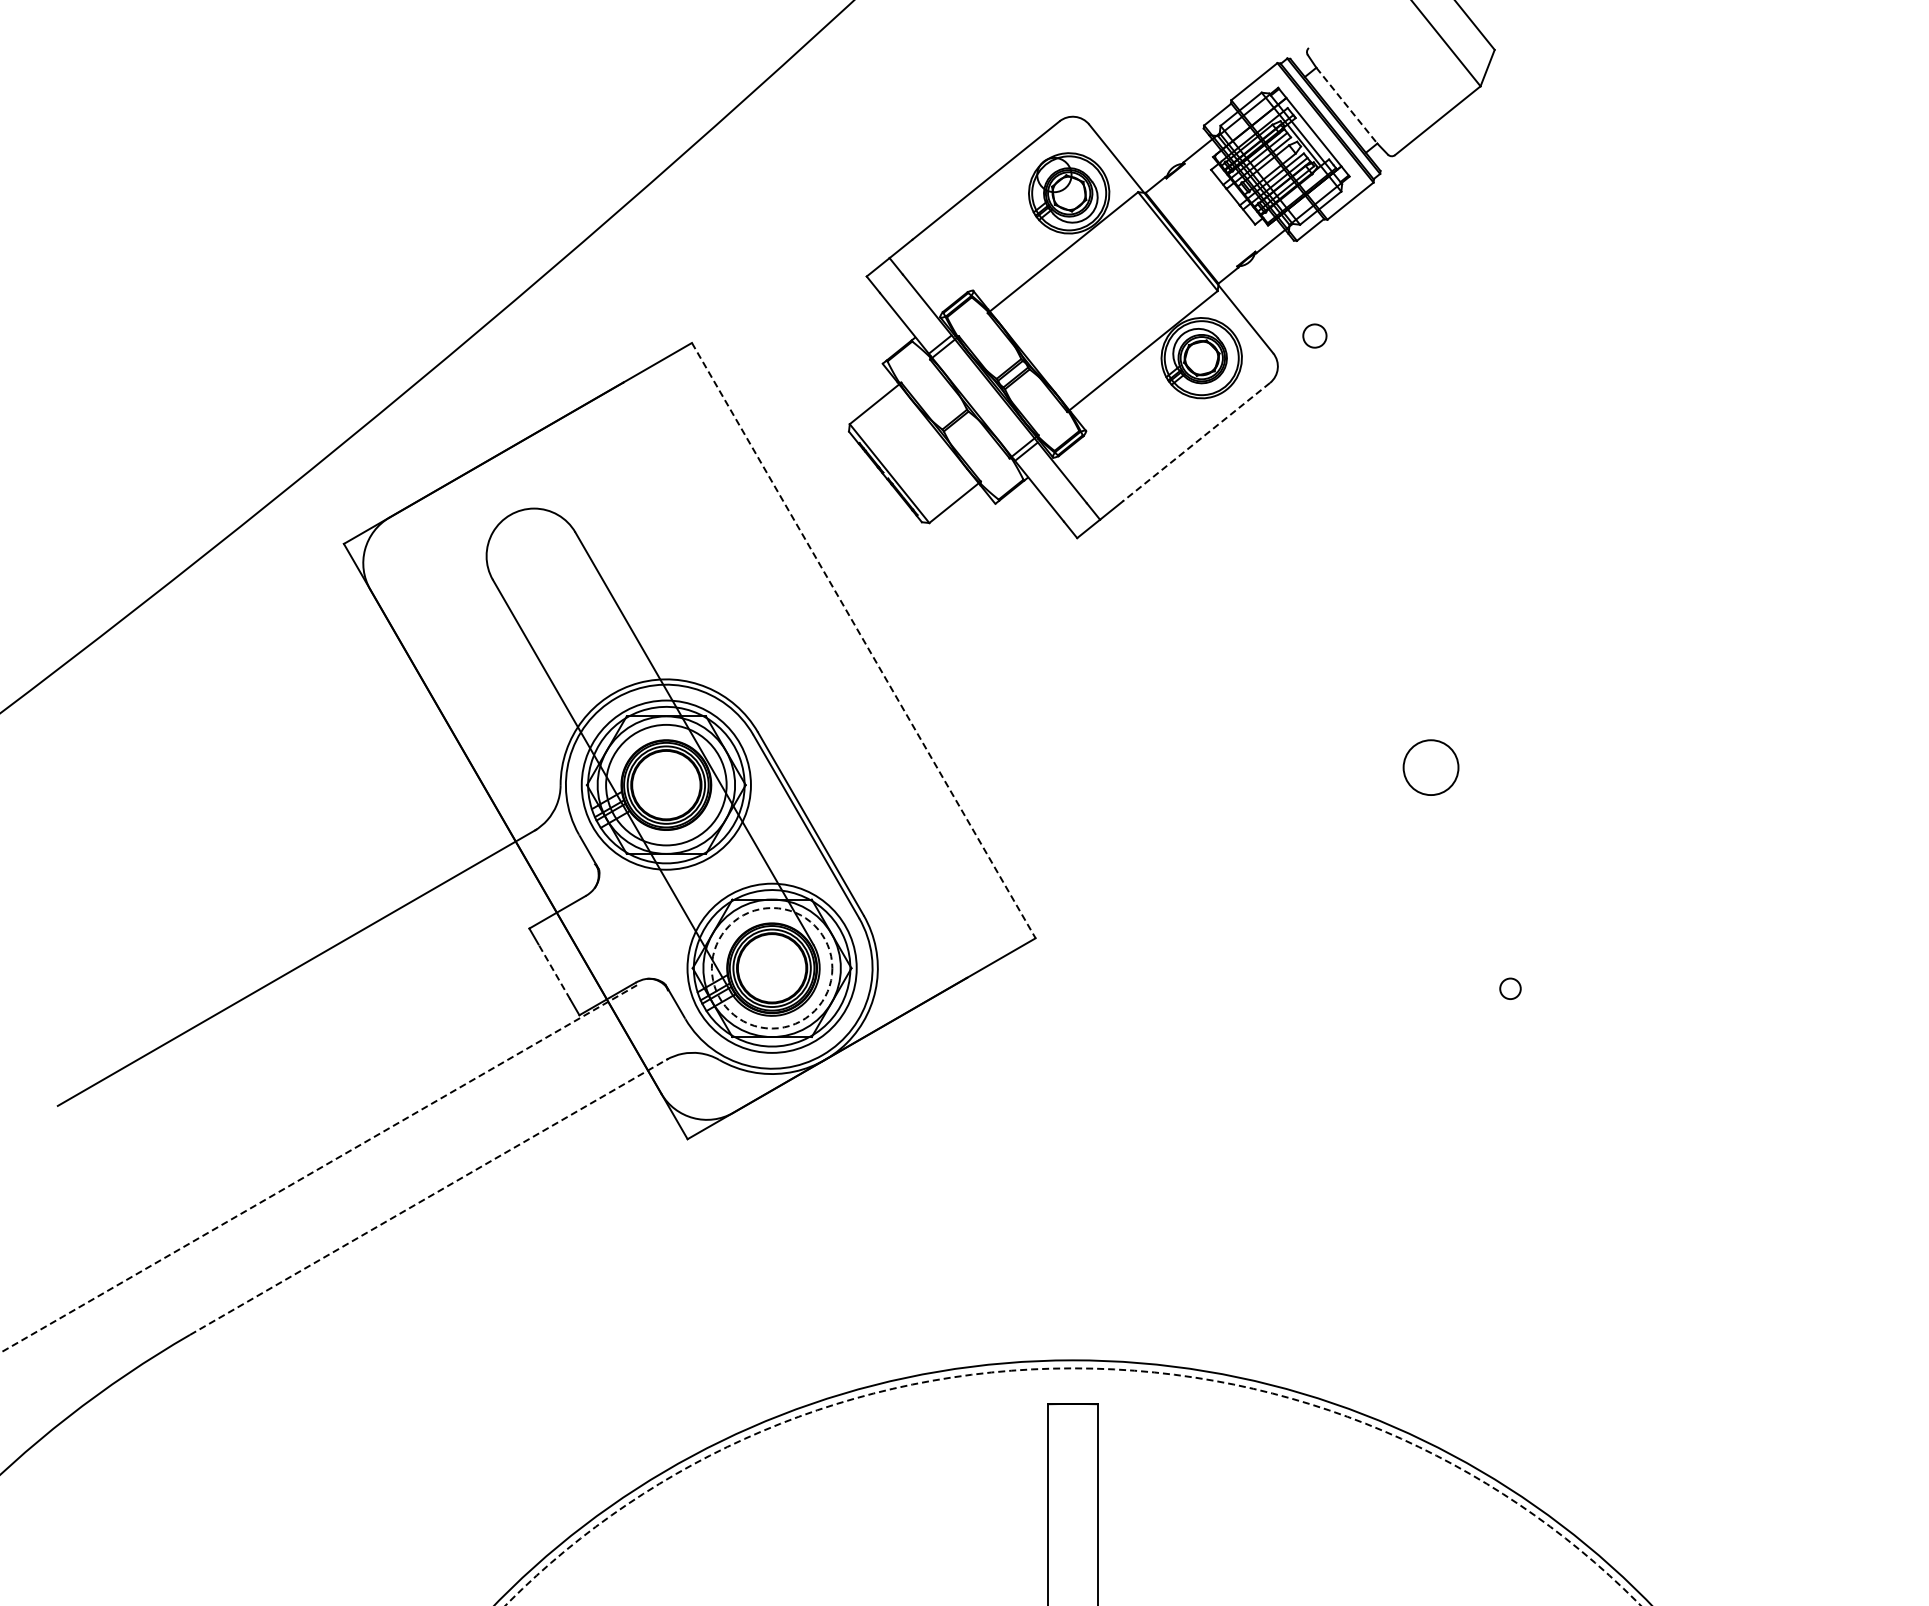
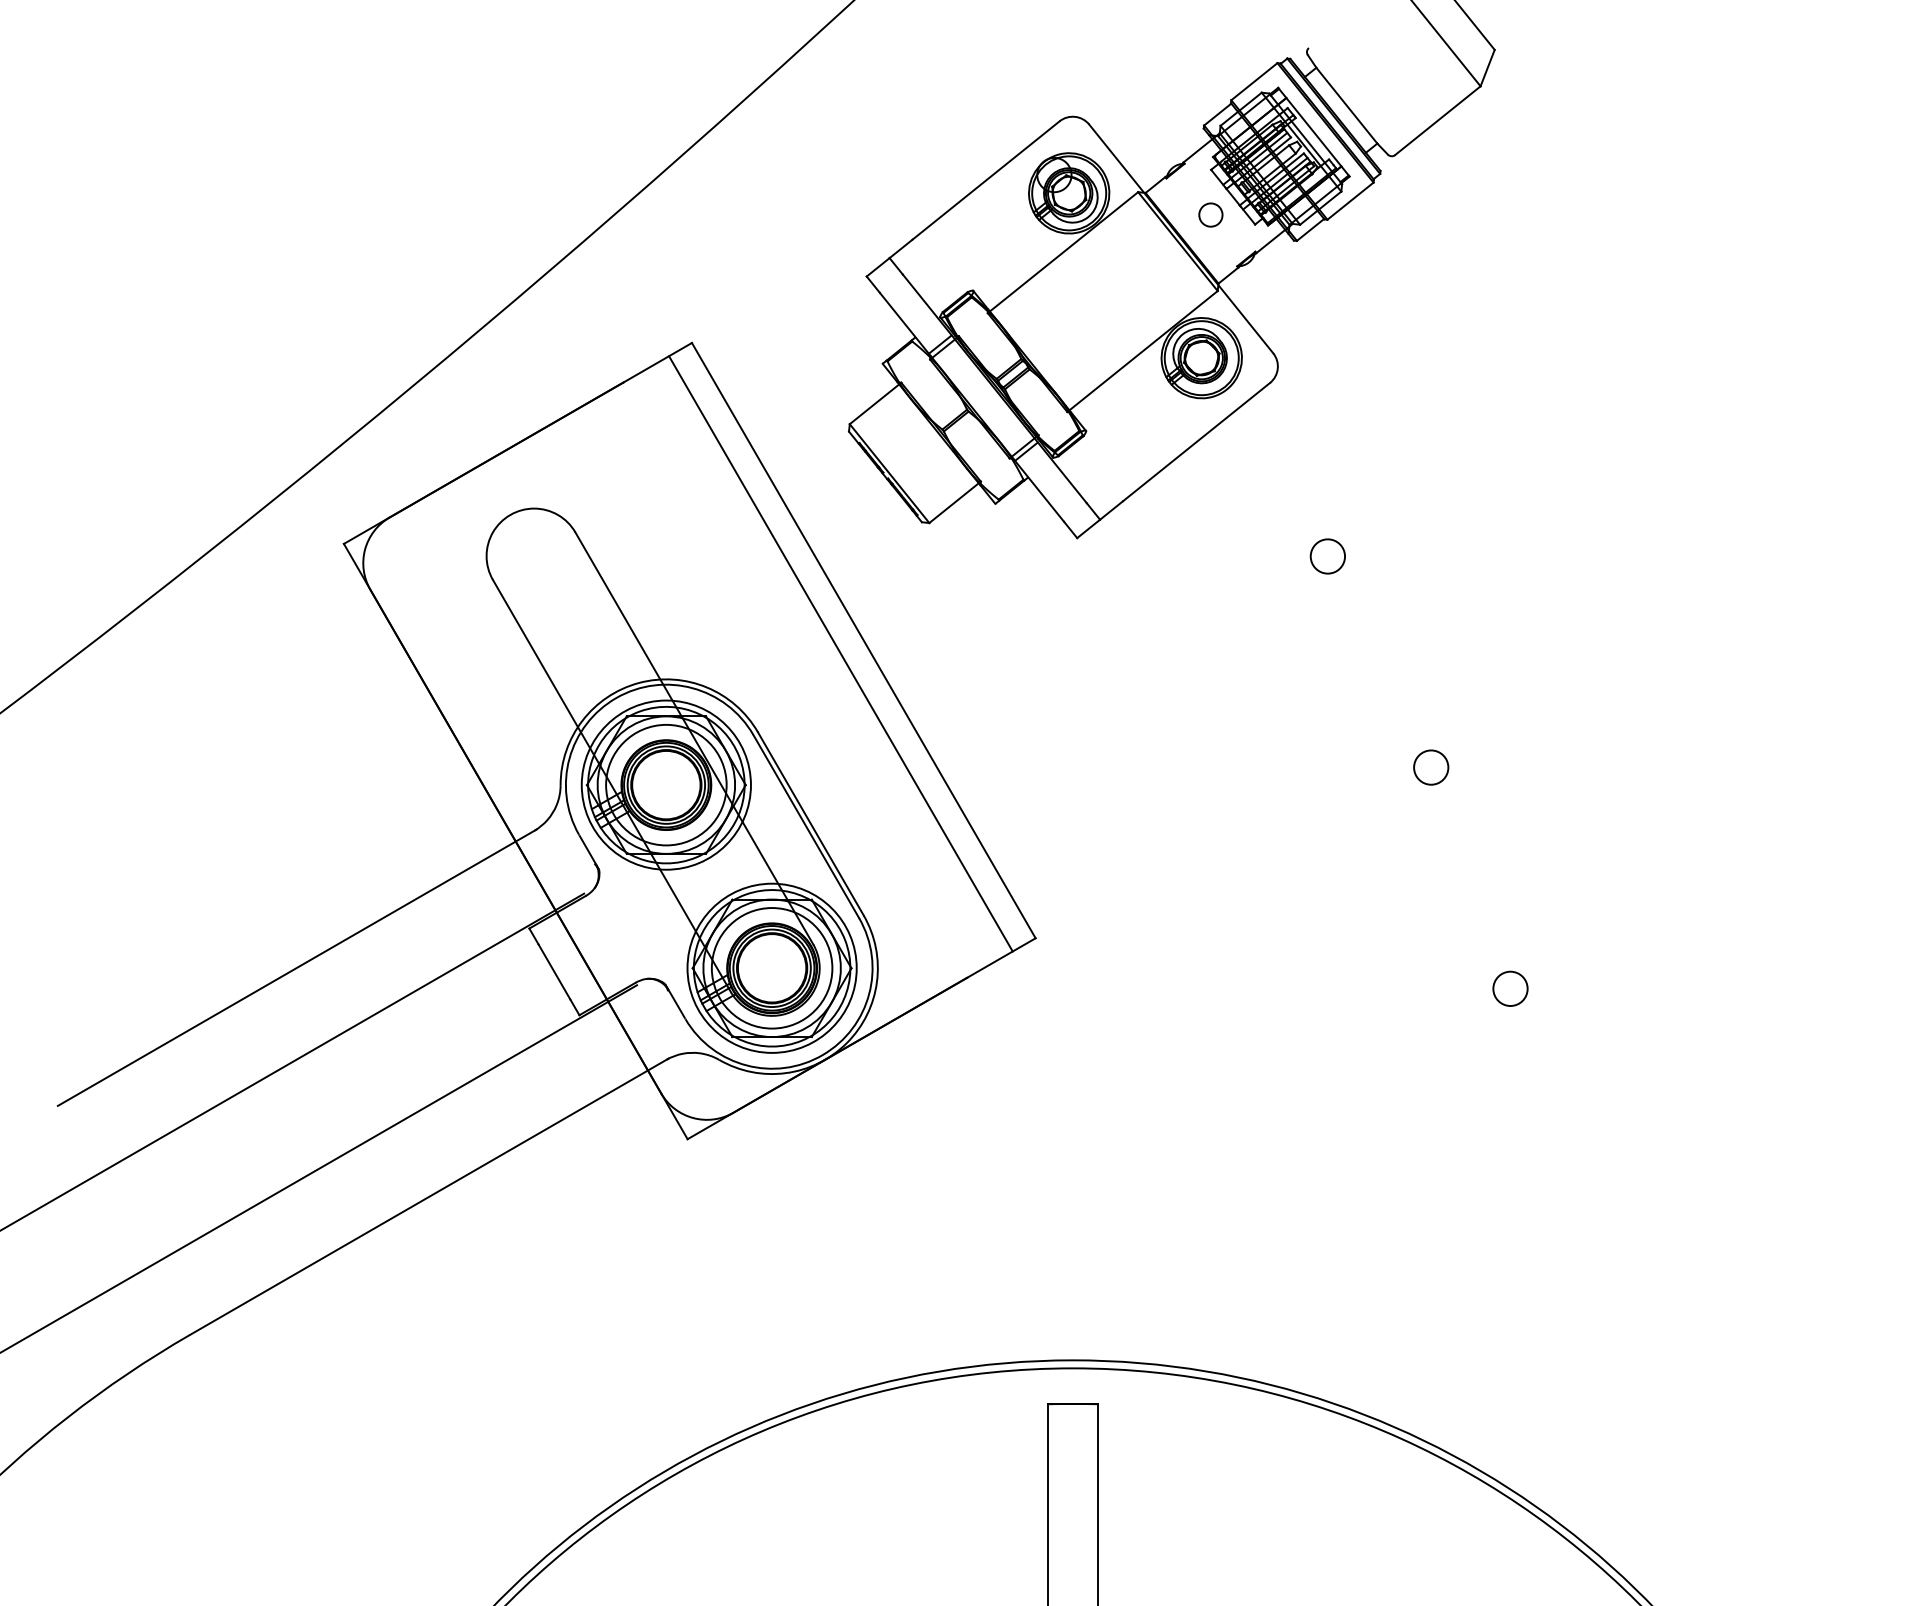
line at (1346, 105): dashed -> solid
part at (1314, 335) position: (1314, 335) -> (1210, 214)
line at (1196, 442): dashed -> solid
circle at (1327, 556): none -> present
line at (863, 640): dashed -> solid
line at (840, 653): none -> present
circle at (1430, 767) size: 58x57 px -> 37x37 px
circle at (771, 968): dashed -> solid
line at (554, 971): dashed -> solid
circle at (1510, 988) diameter: 21 px -> 34 px
line at (293, 1061): none -> present
line at (319, 1168): dashed -> solid
line at (429, 1196): dashed -> solid
circle at (1072, 1486): dashed -> solid
